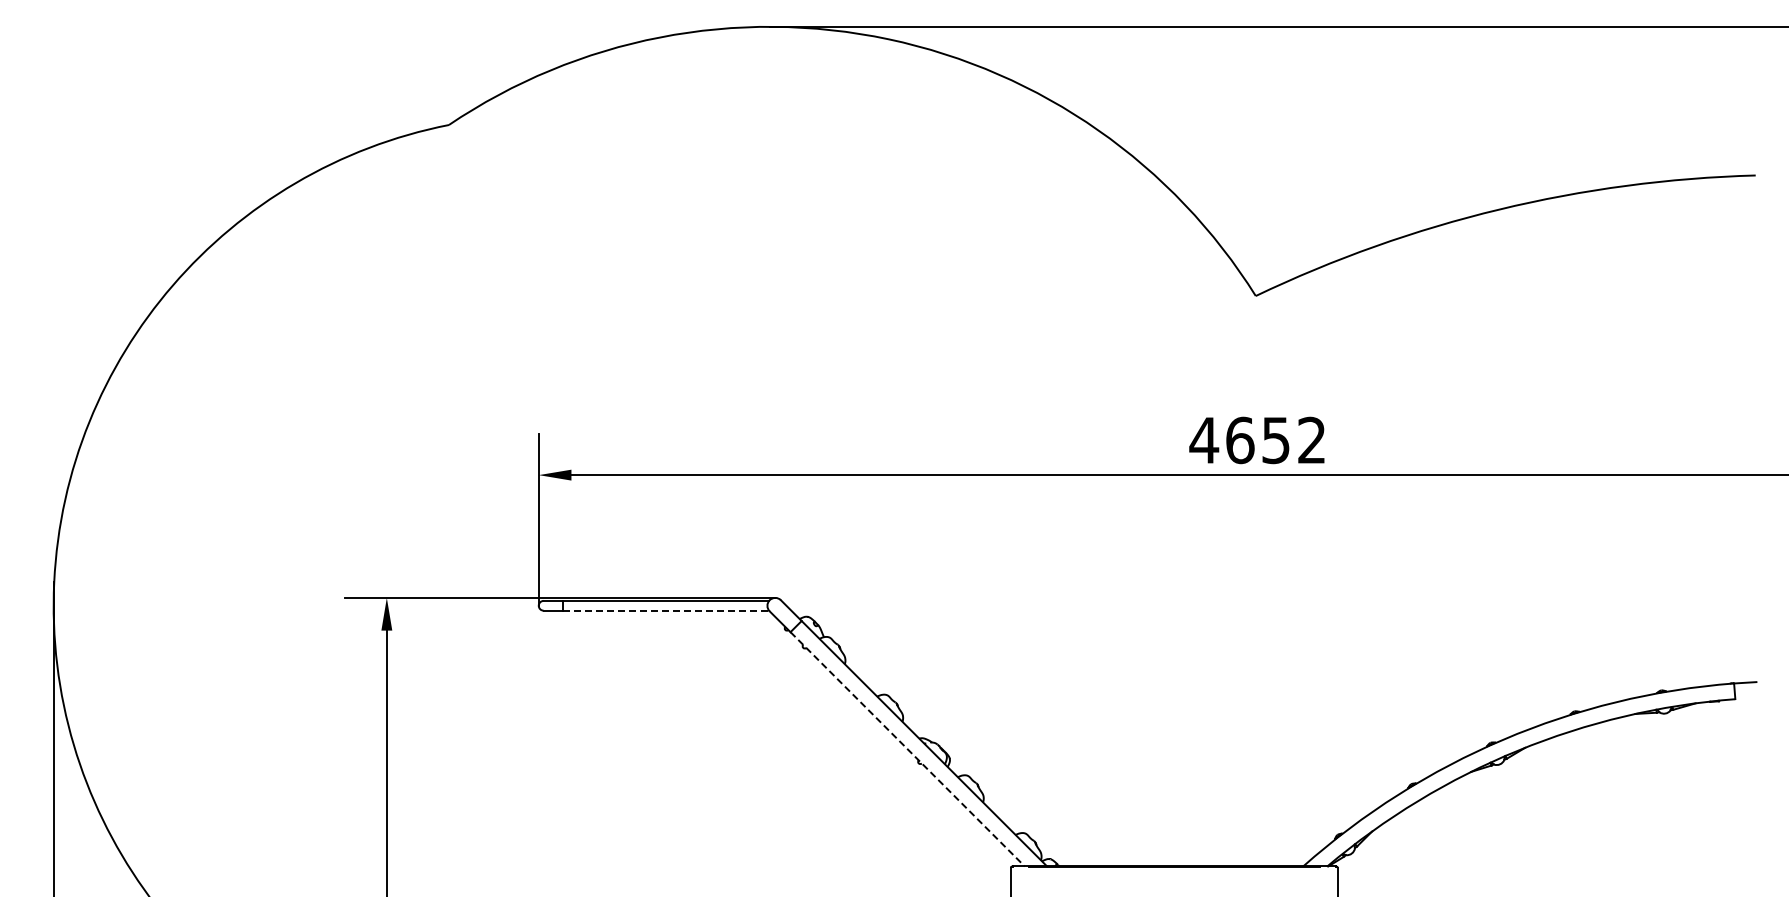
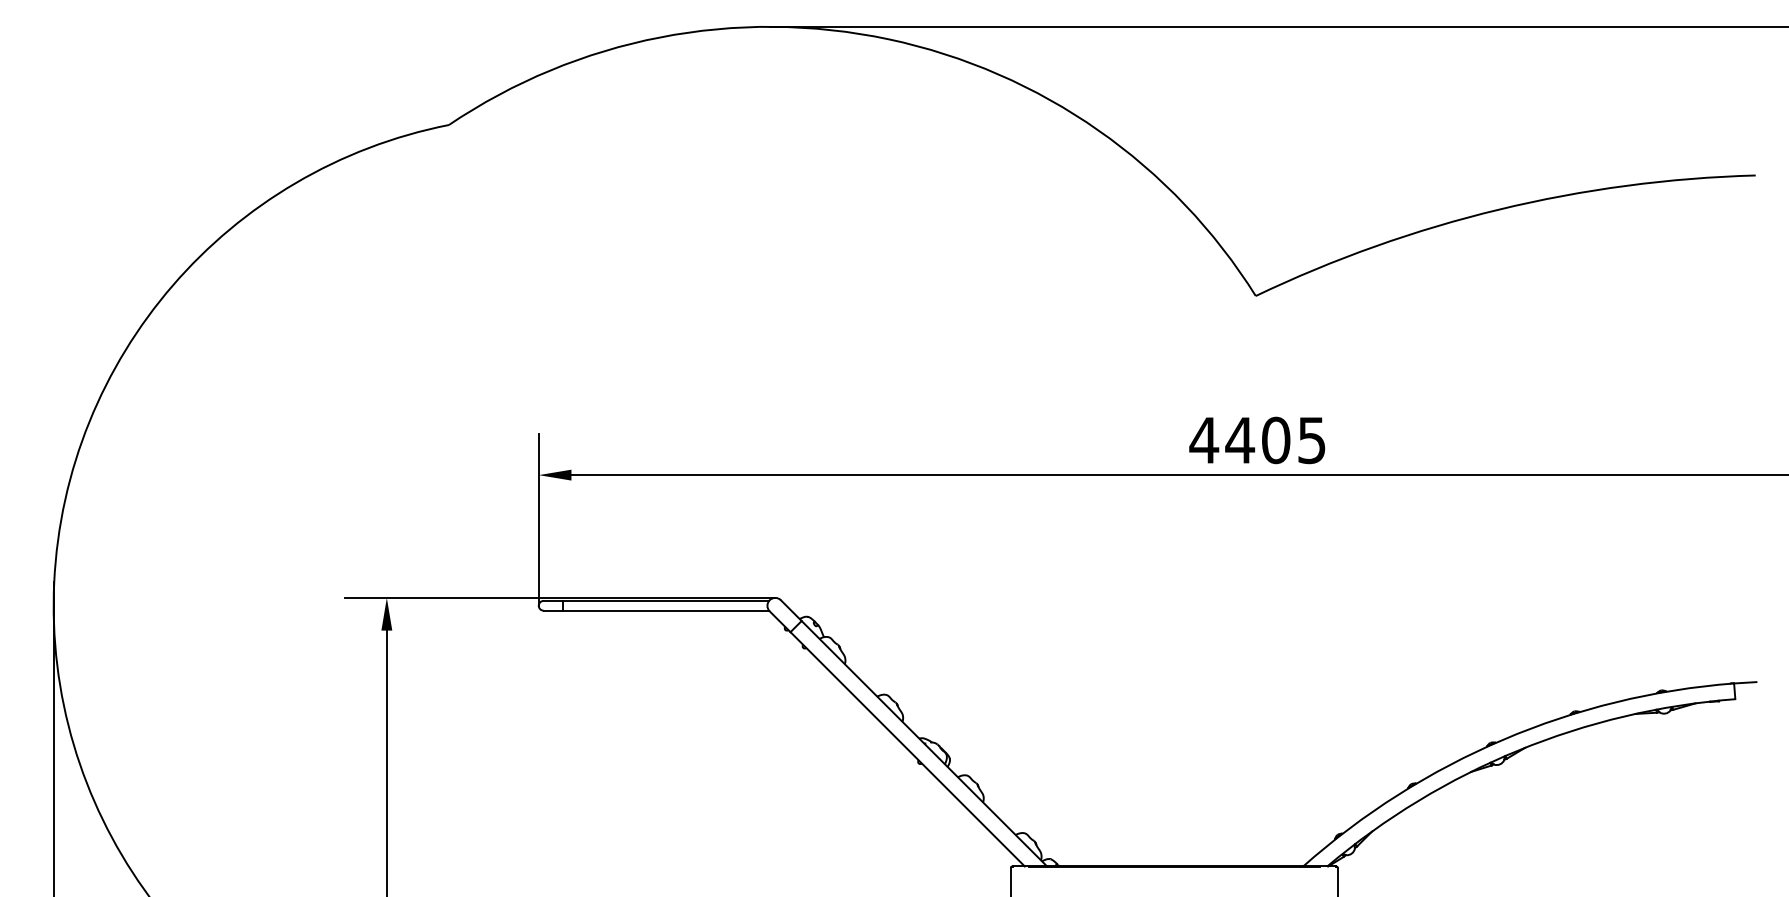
text at (1275, 440): 4652 -> 4405
line at (666, 610): dashed -> solid
line at (907, 749): dashed -> solid
